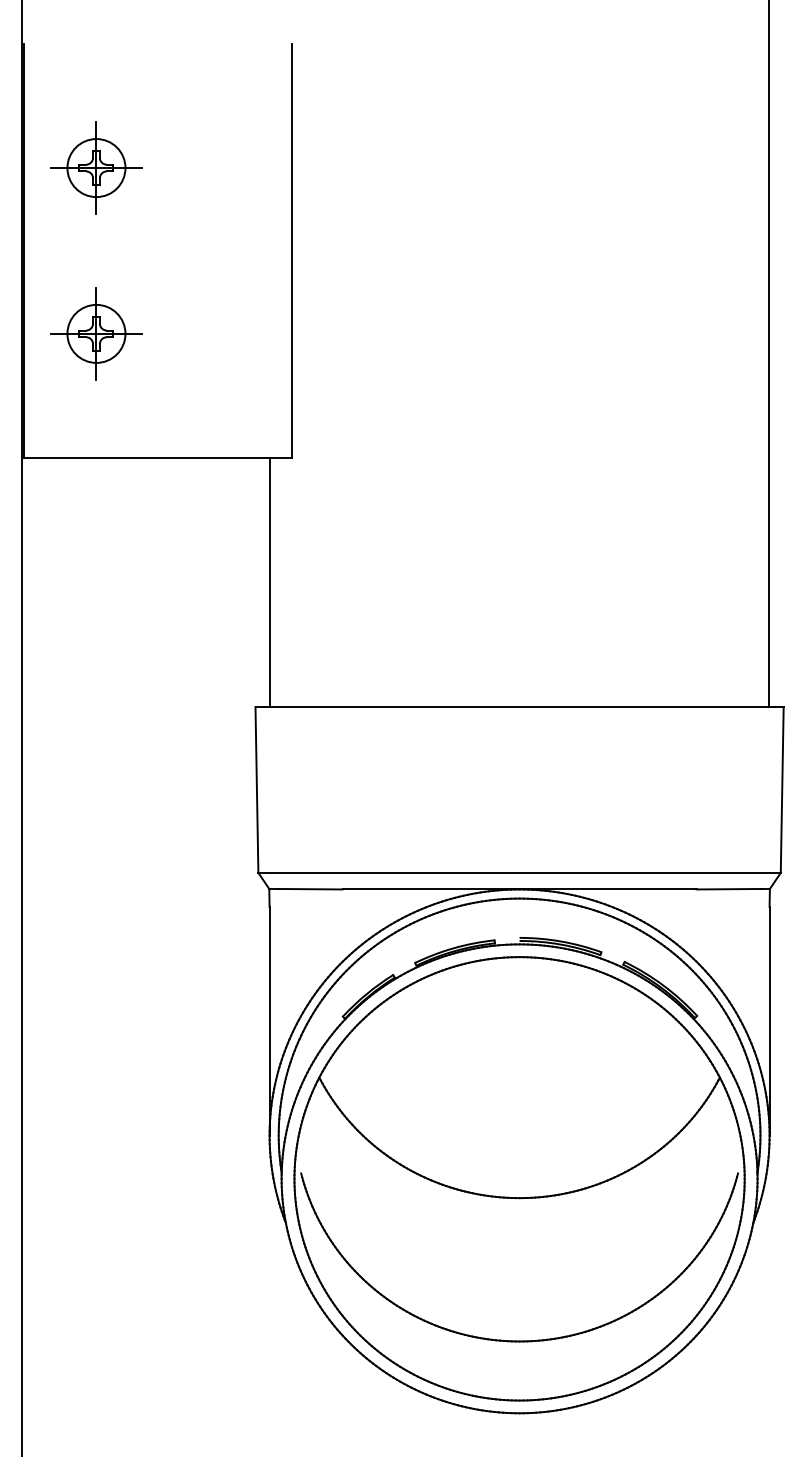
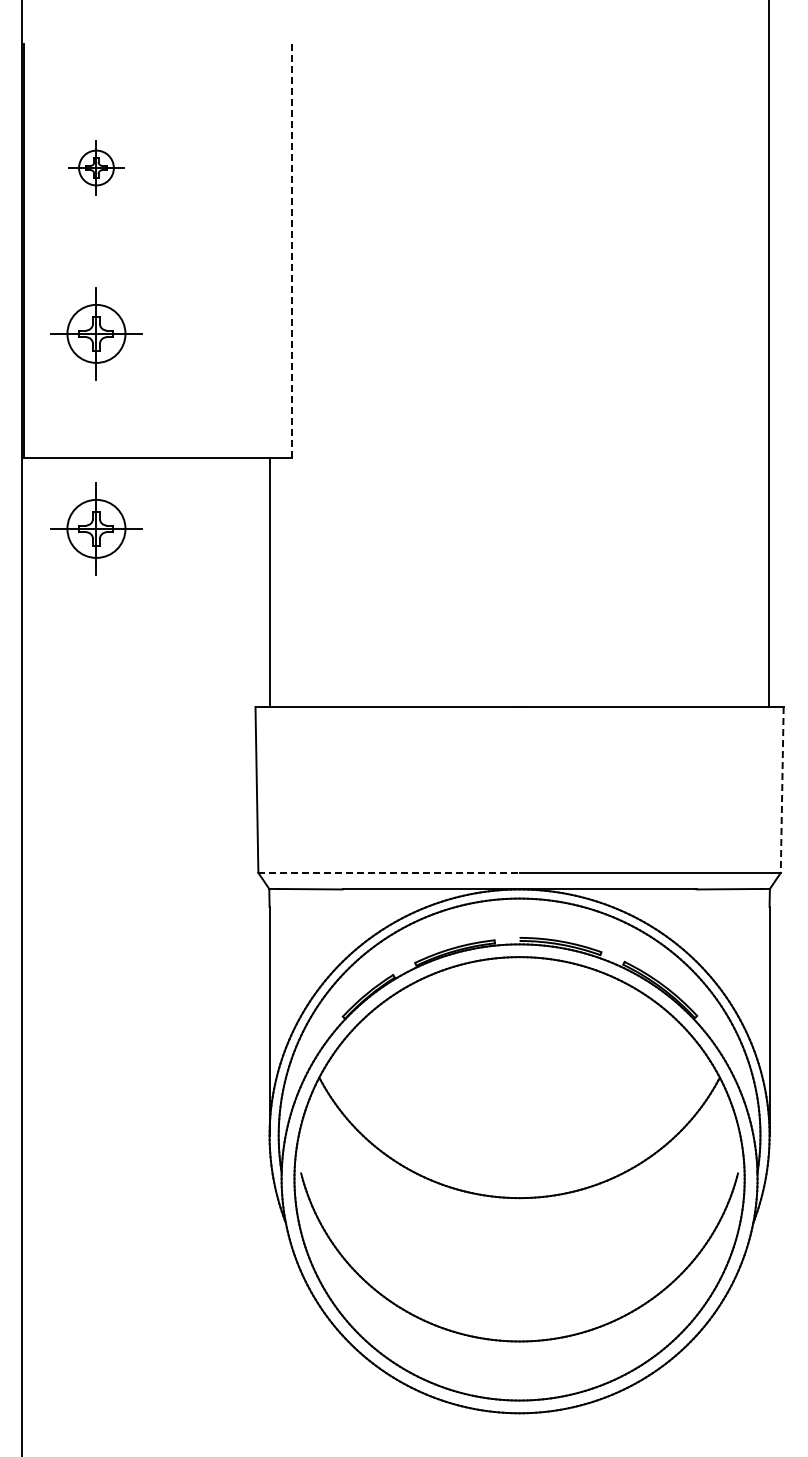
part at (96, 167) size: 93x94 px -> 57x56 px
line at (292, 250): solid -> dashed
part at (96, 528): none -> present
line at (782, 789): solid -> dashed
line at (388, 872): solid -> dashed
